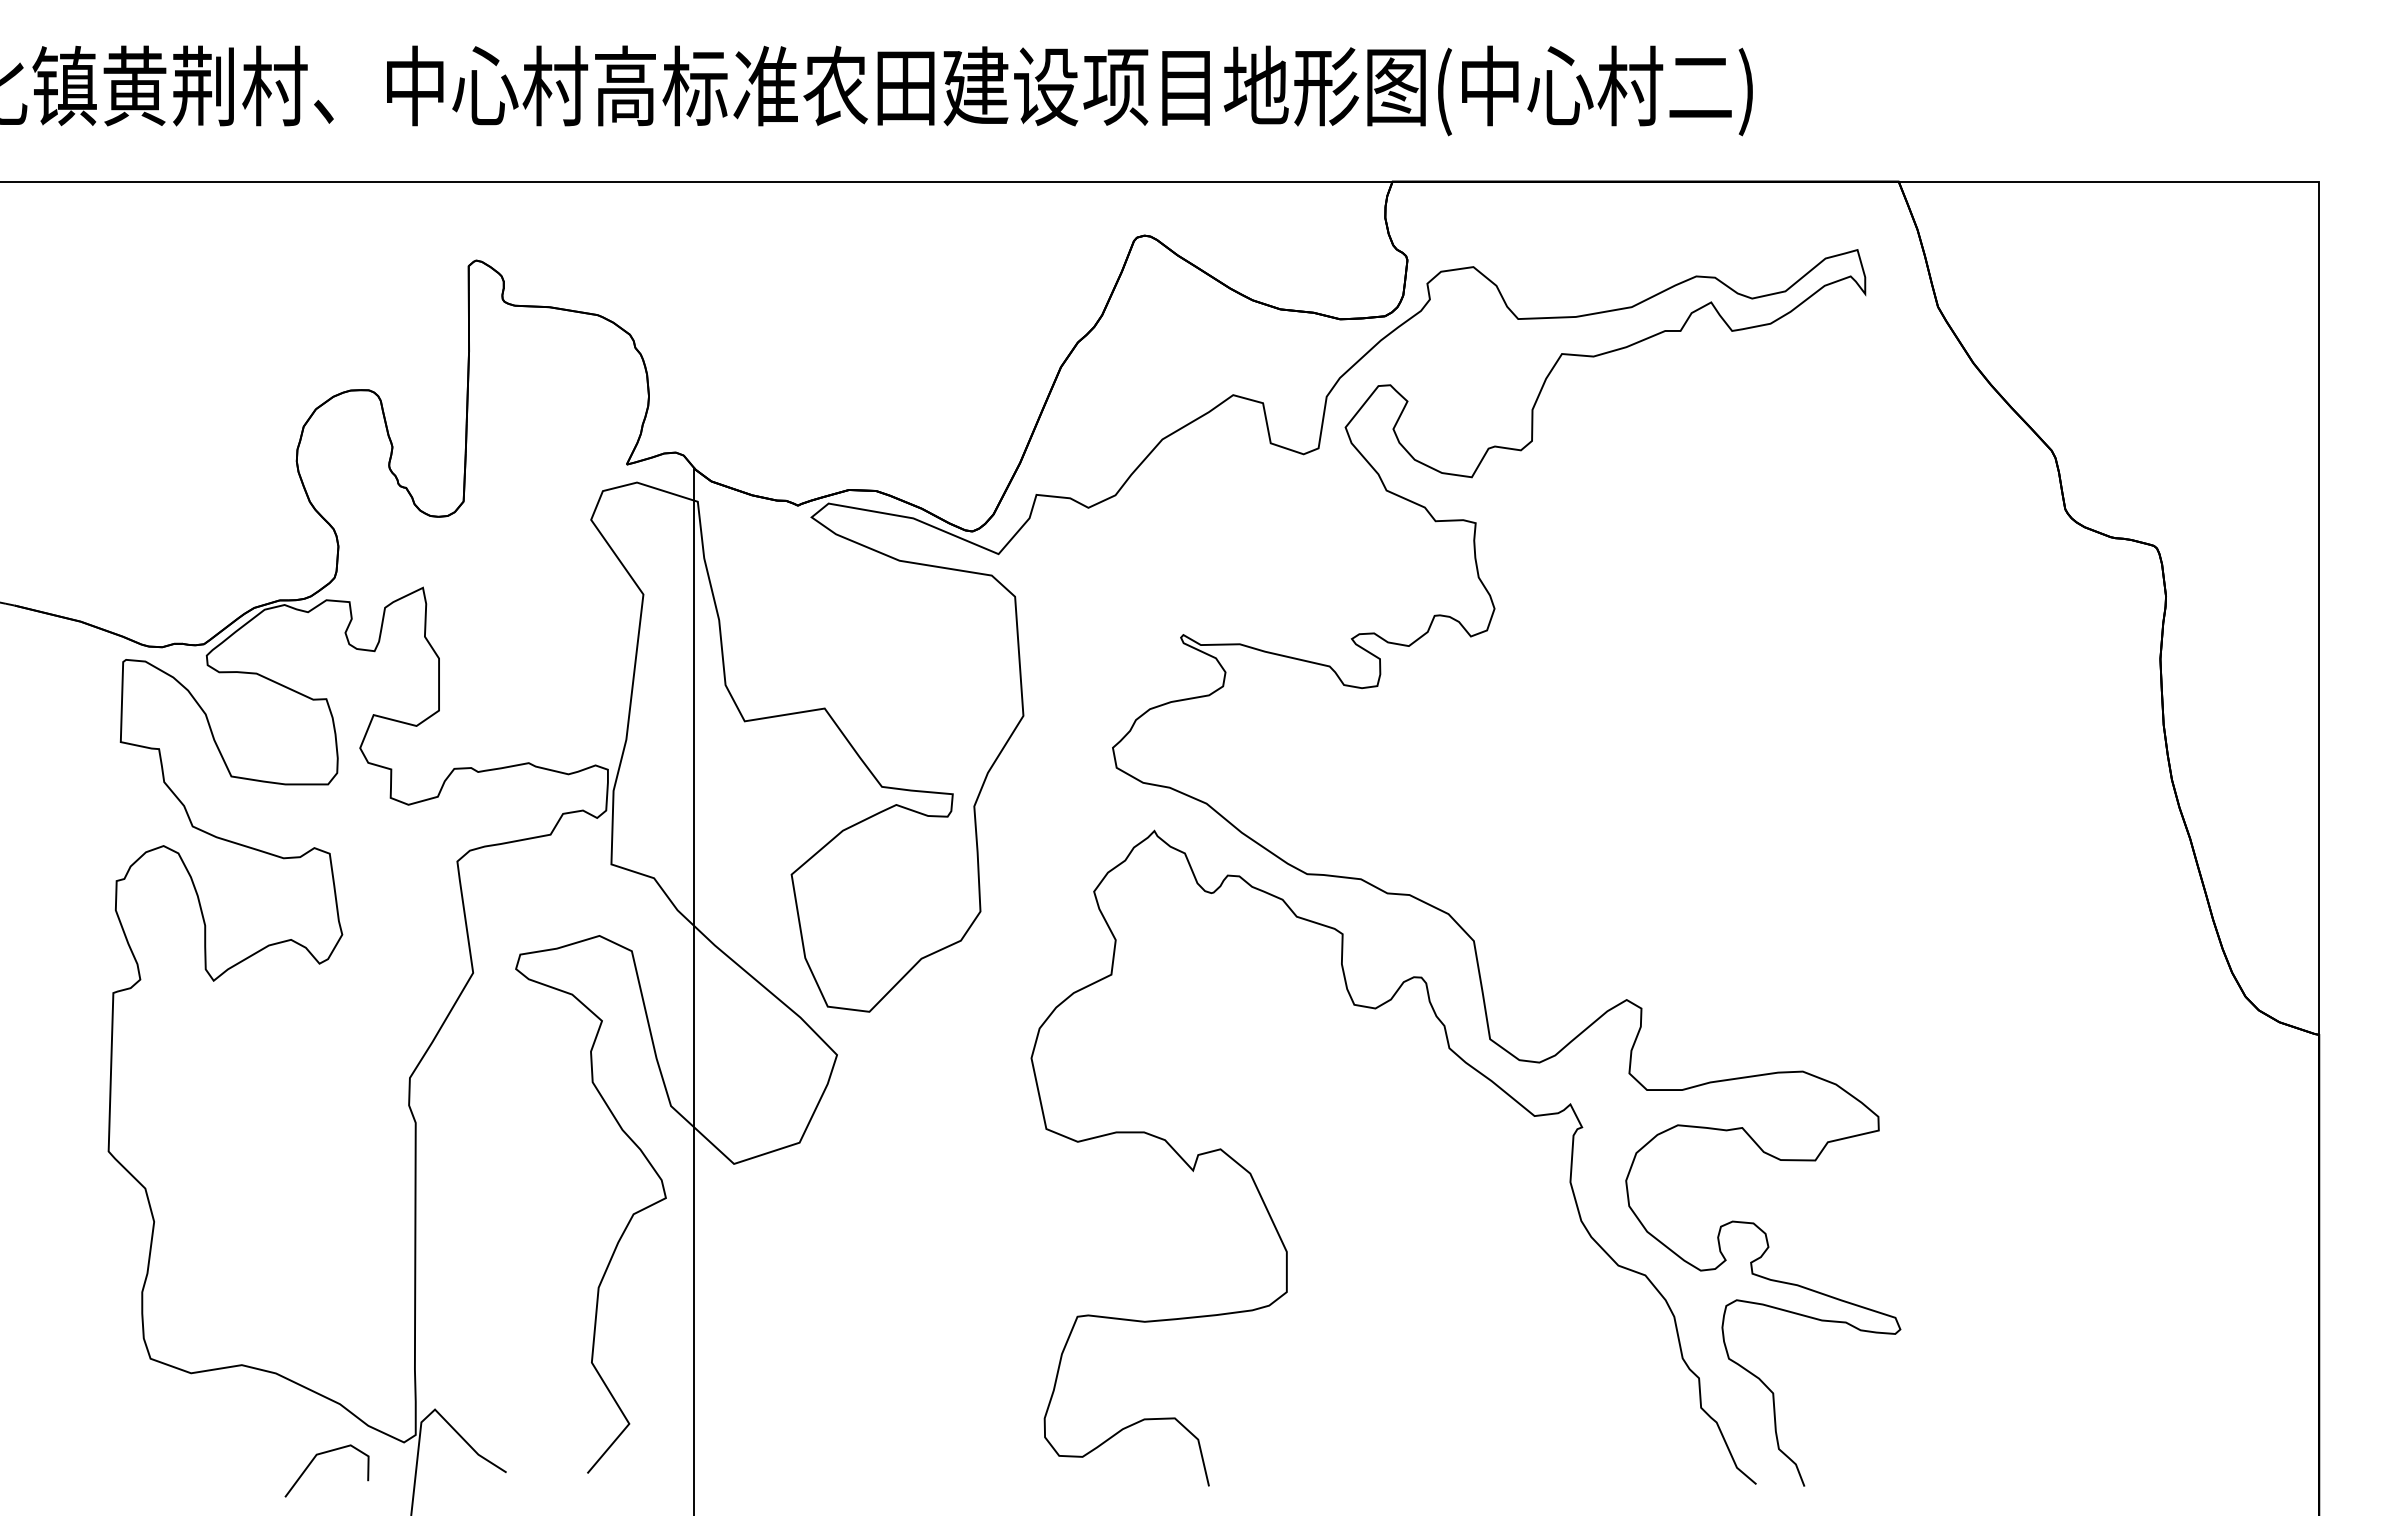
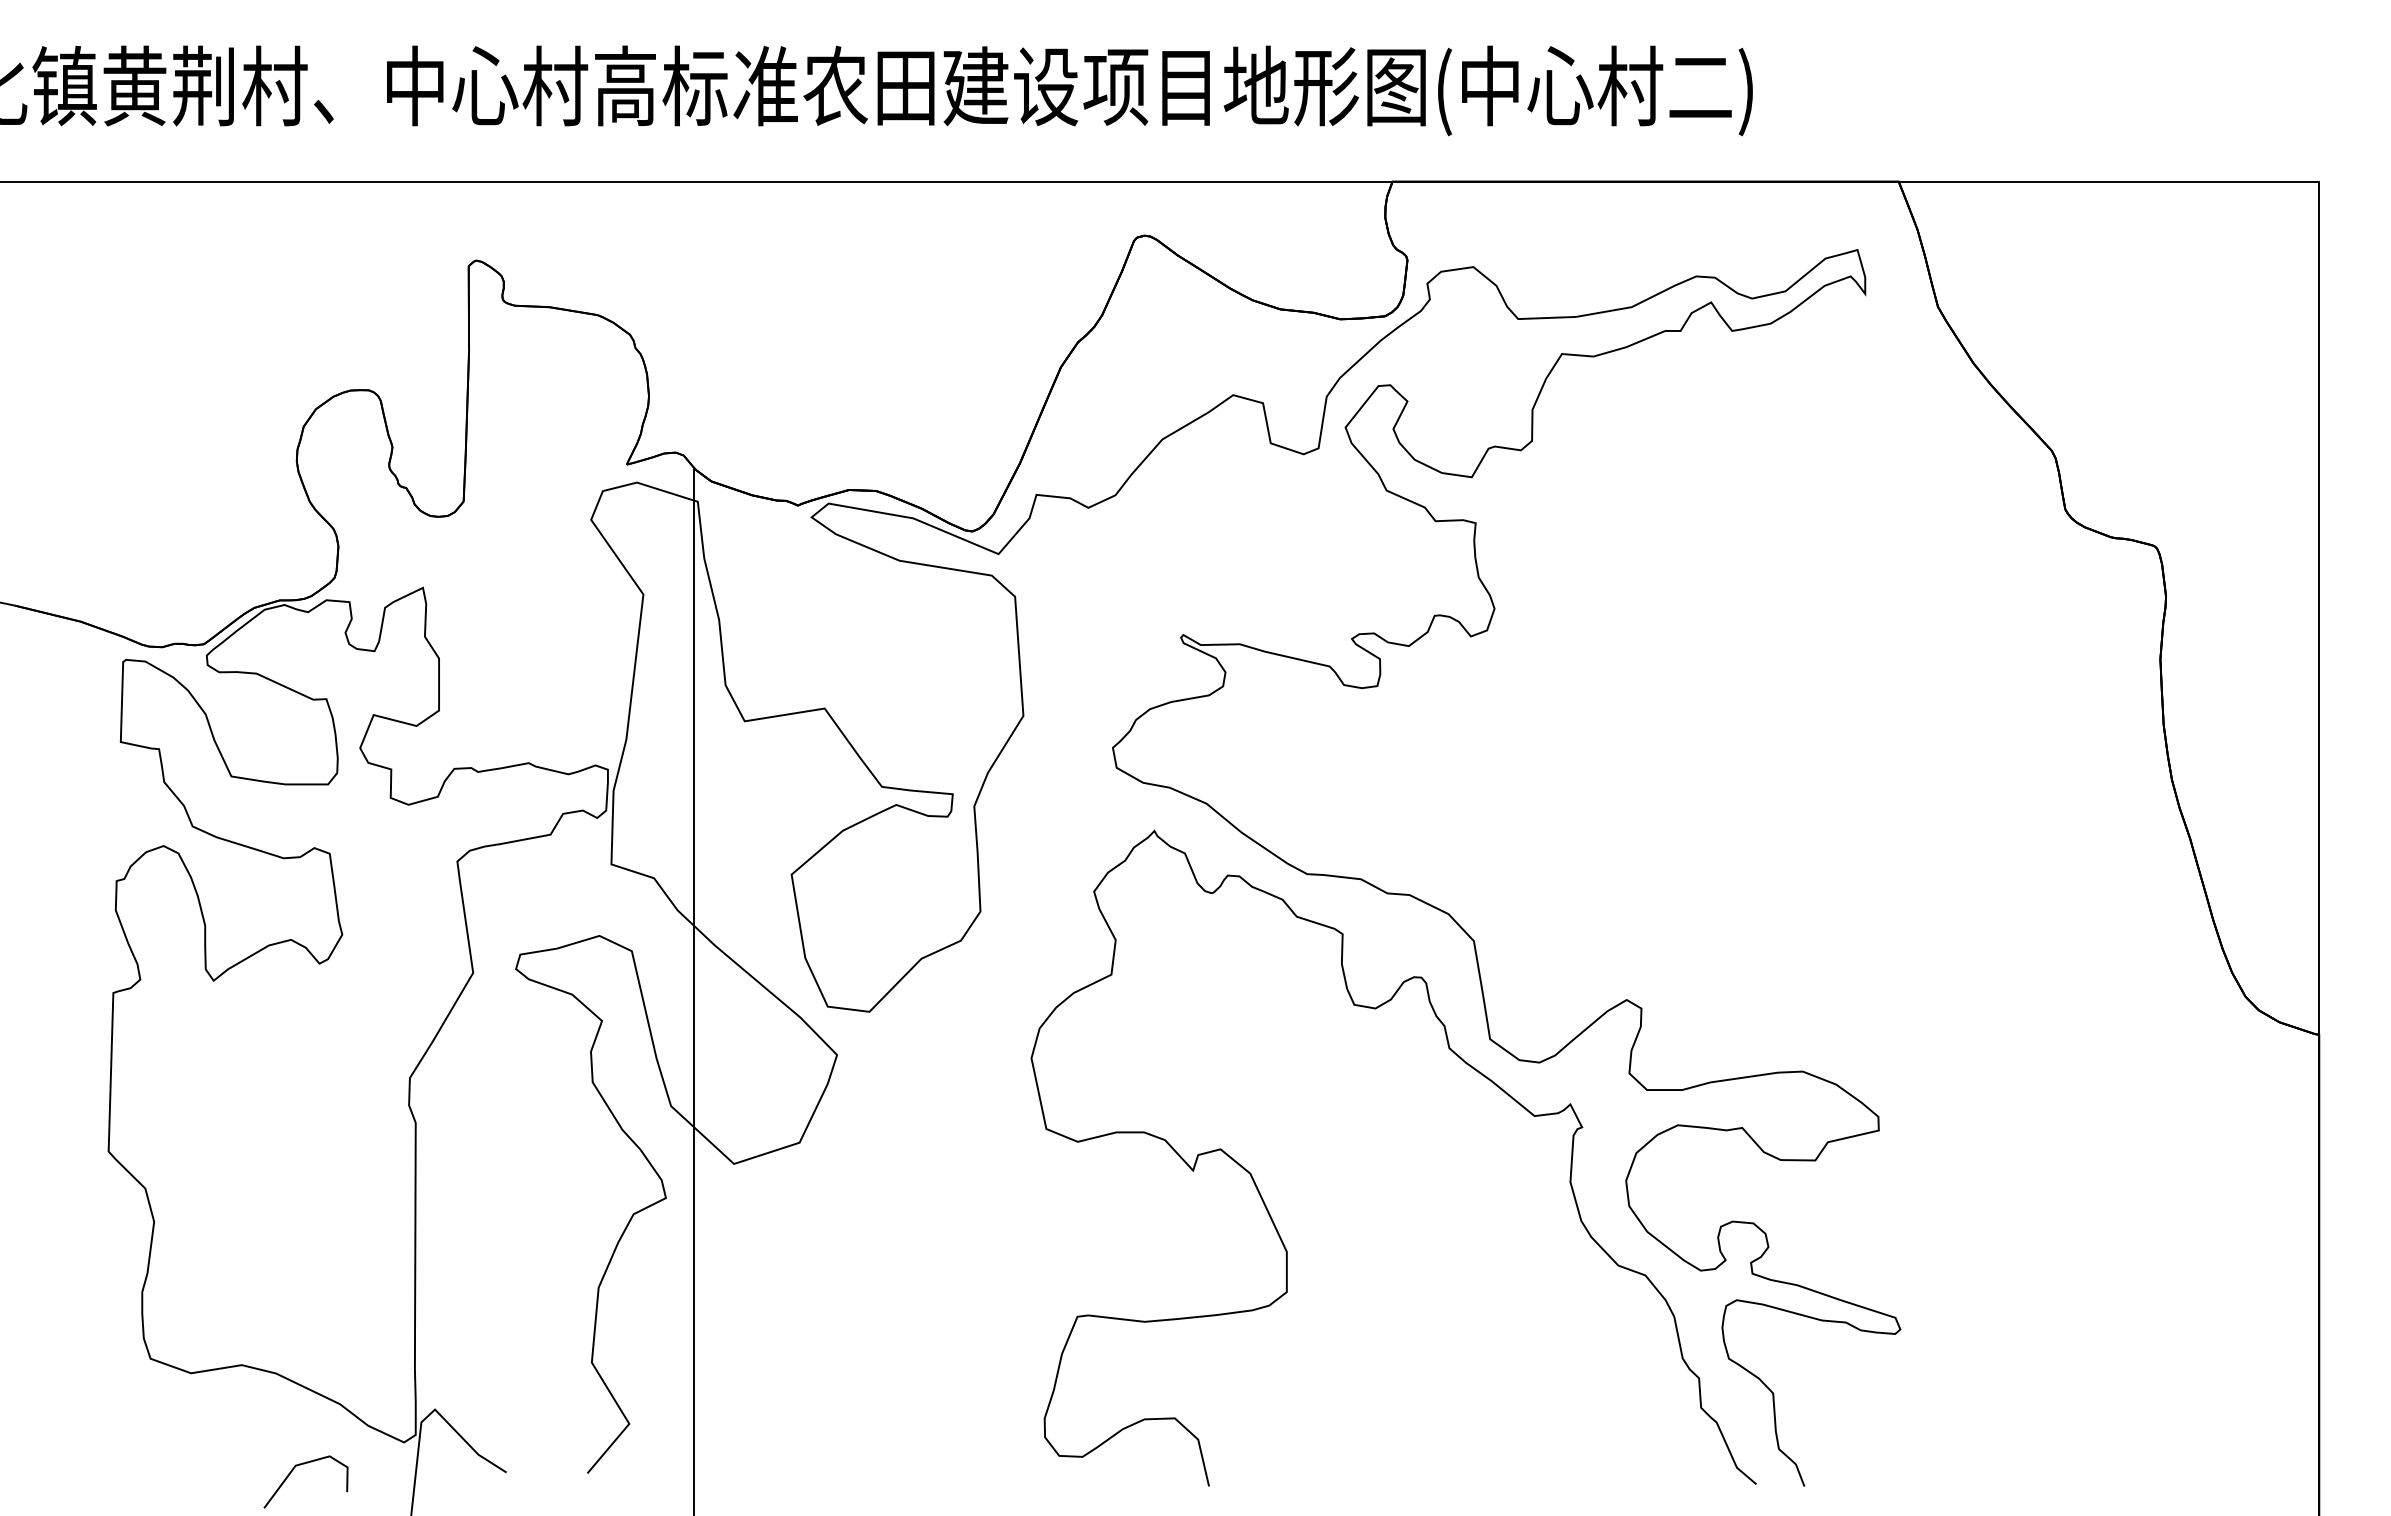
line at (312, 1462) position: (312, 1462) -> (291, 1473)
